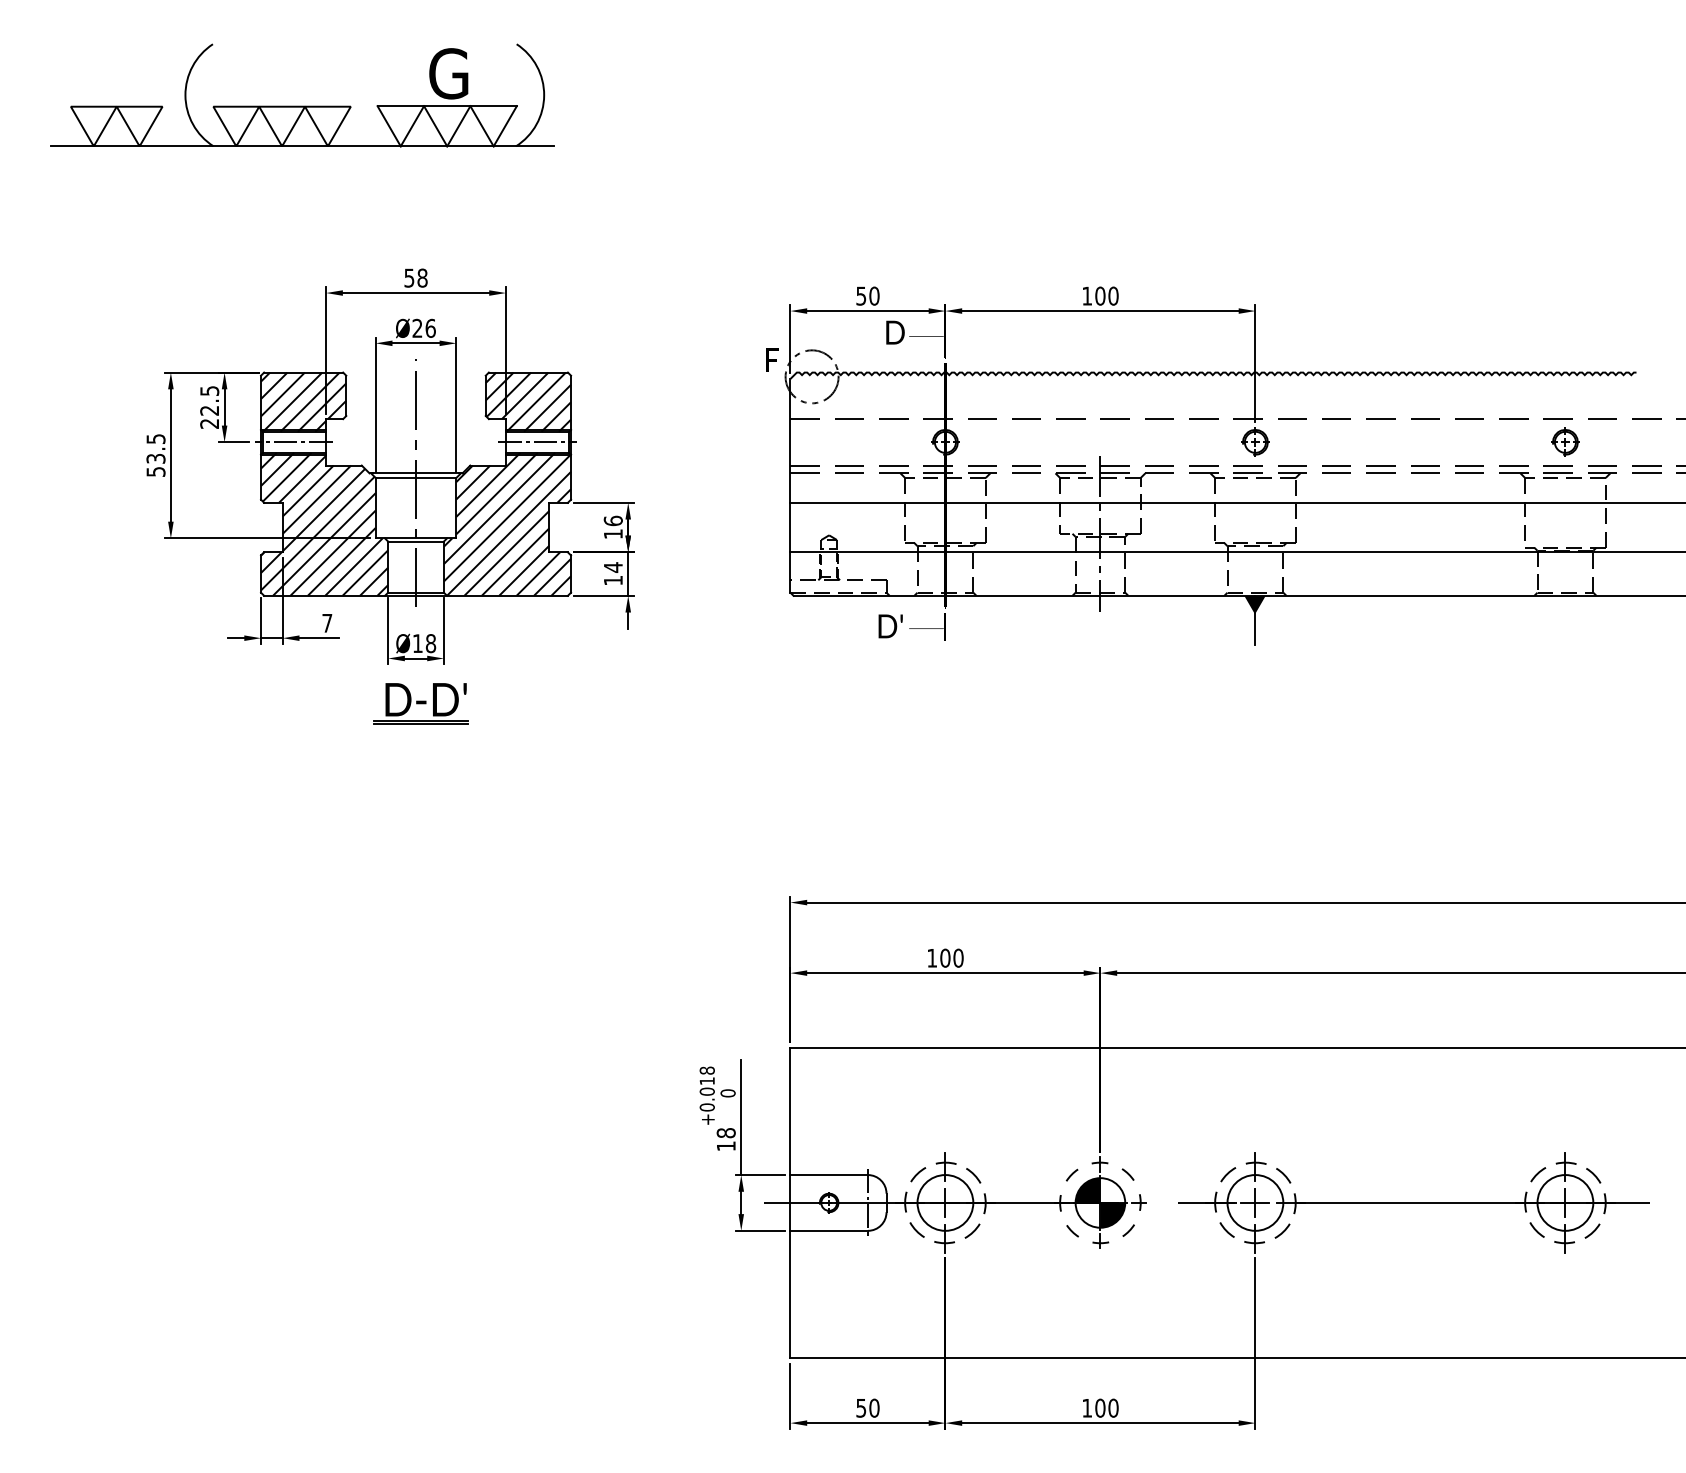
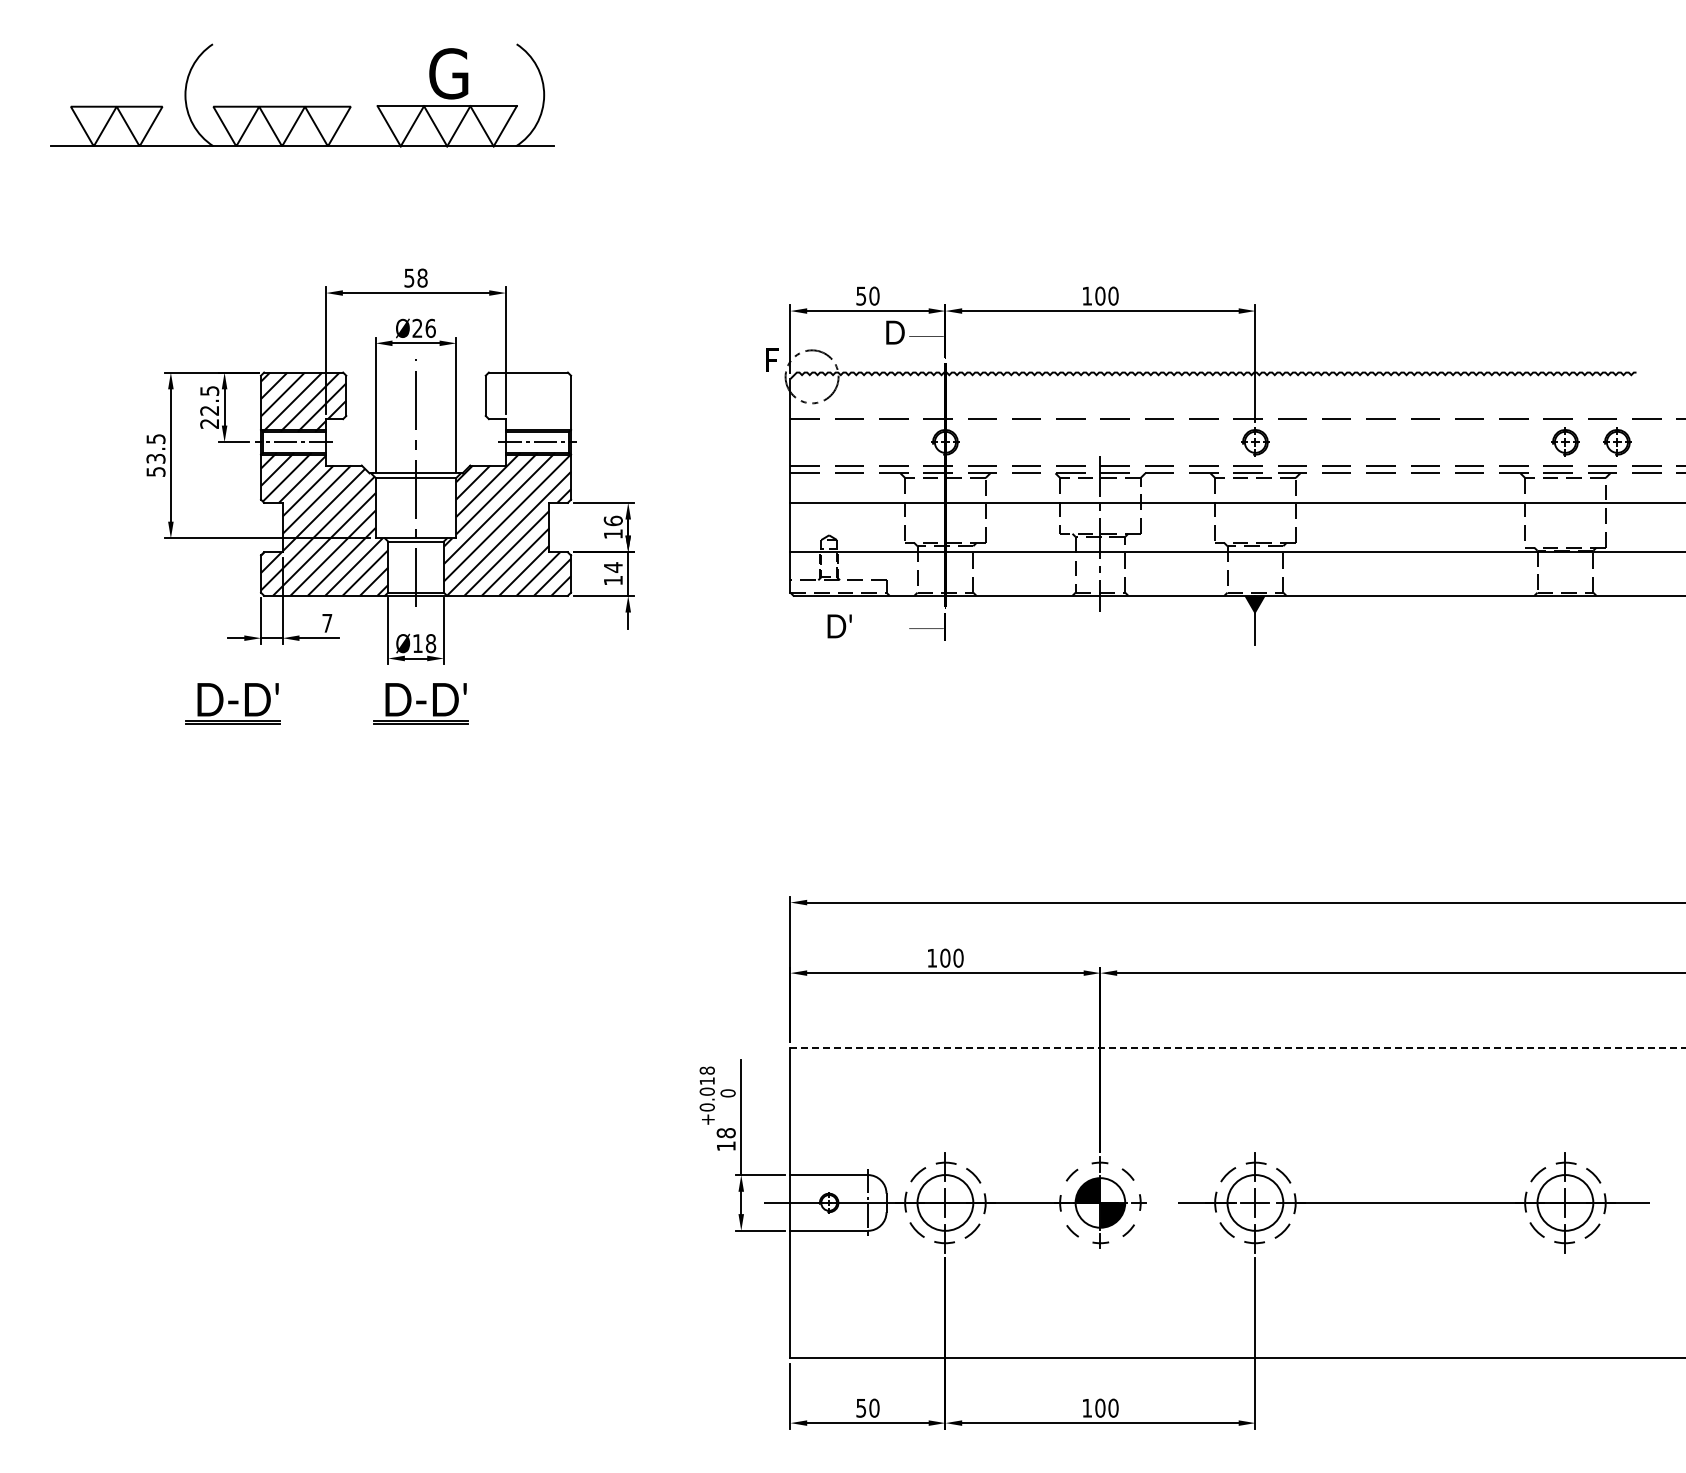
hatch at (528, 401): present -> none
part at (1617, 441): none -> present
text at (890, 626) position: (890, 626) -> (839, 626)
part at (232, 703): none -> present
line at (1238, 1047): solid -> dashed
